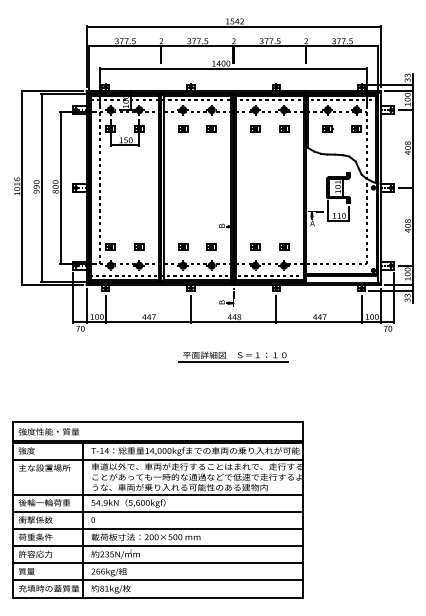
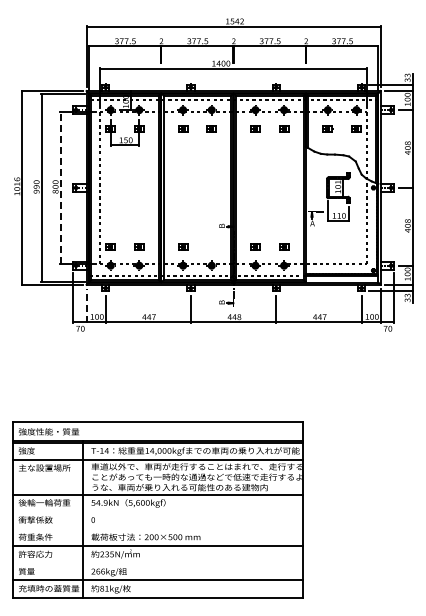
line at (60, 187): solid -> dashed
part at (211, 246): present -> none
line at (86, 305): solid -> dashed
part at (233, 356): present -> none
line at (157, 511): present -> none
line at (157, 528): present -> none
line at (157, 563): present -> none
